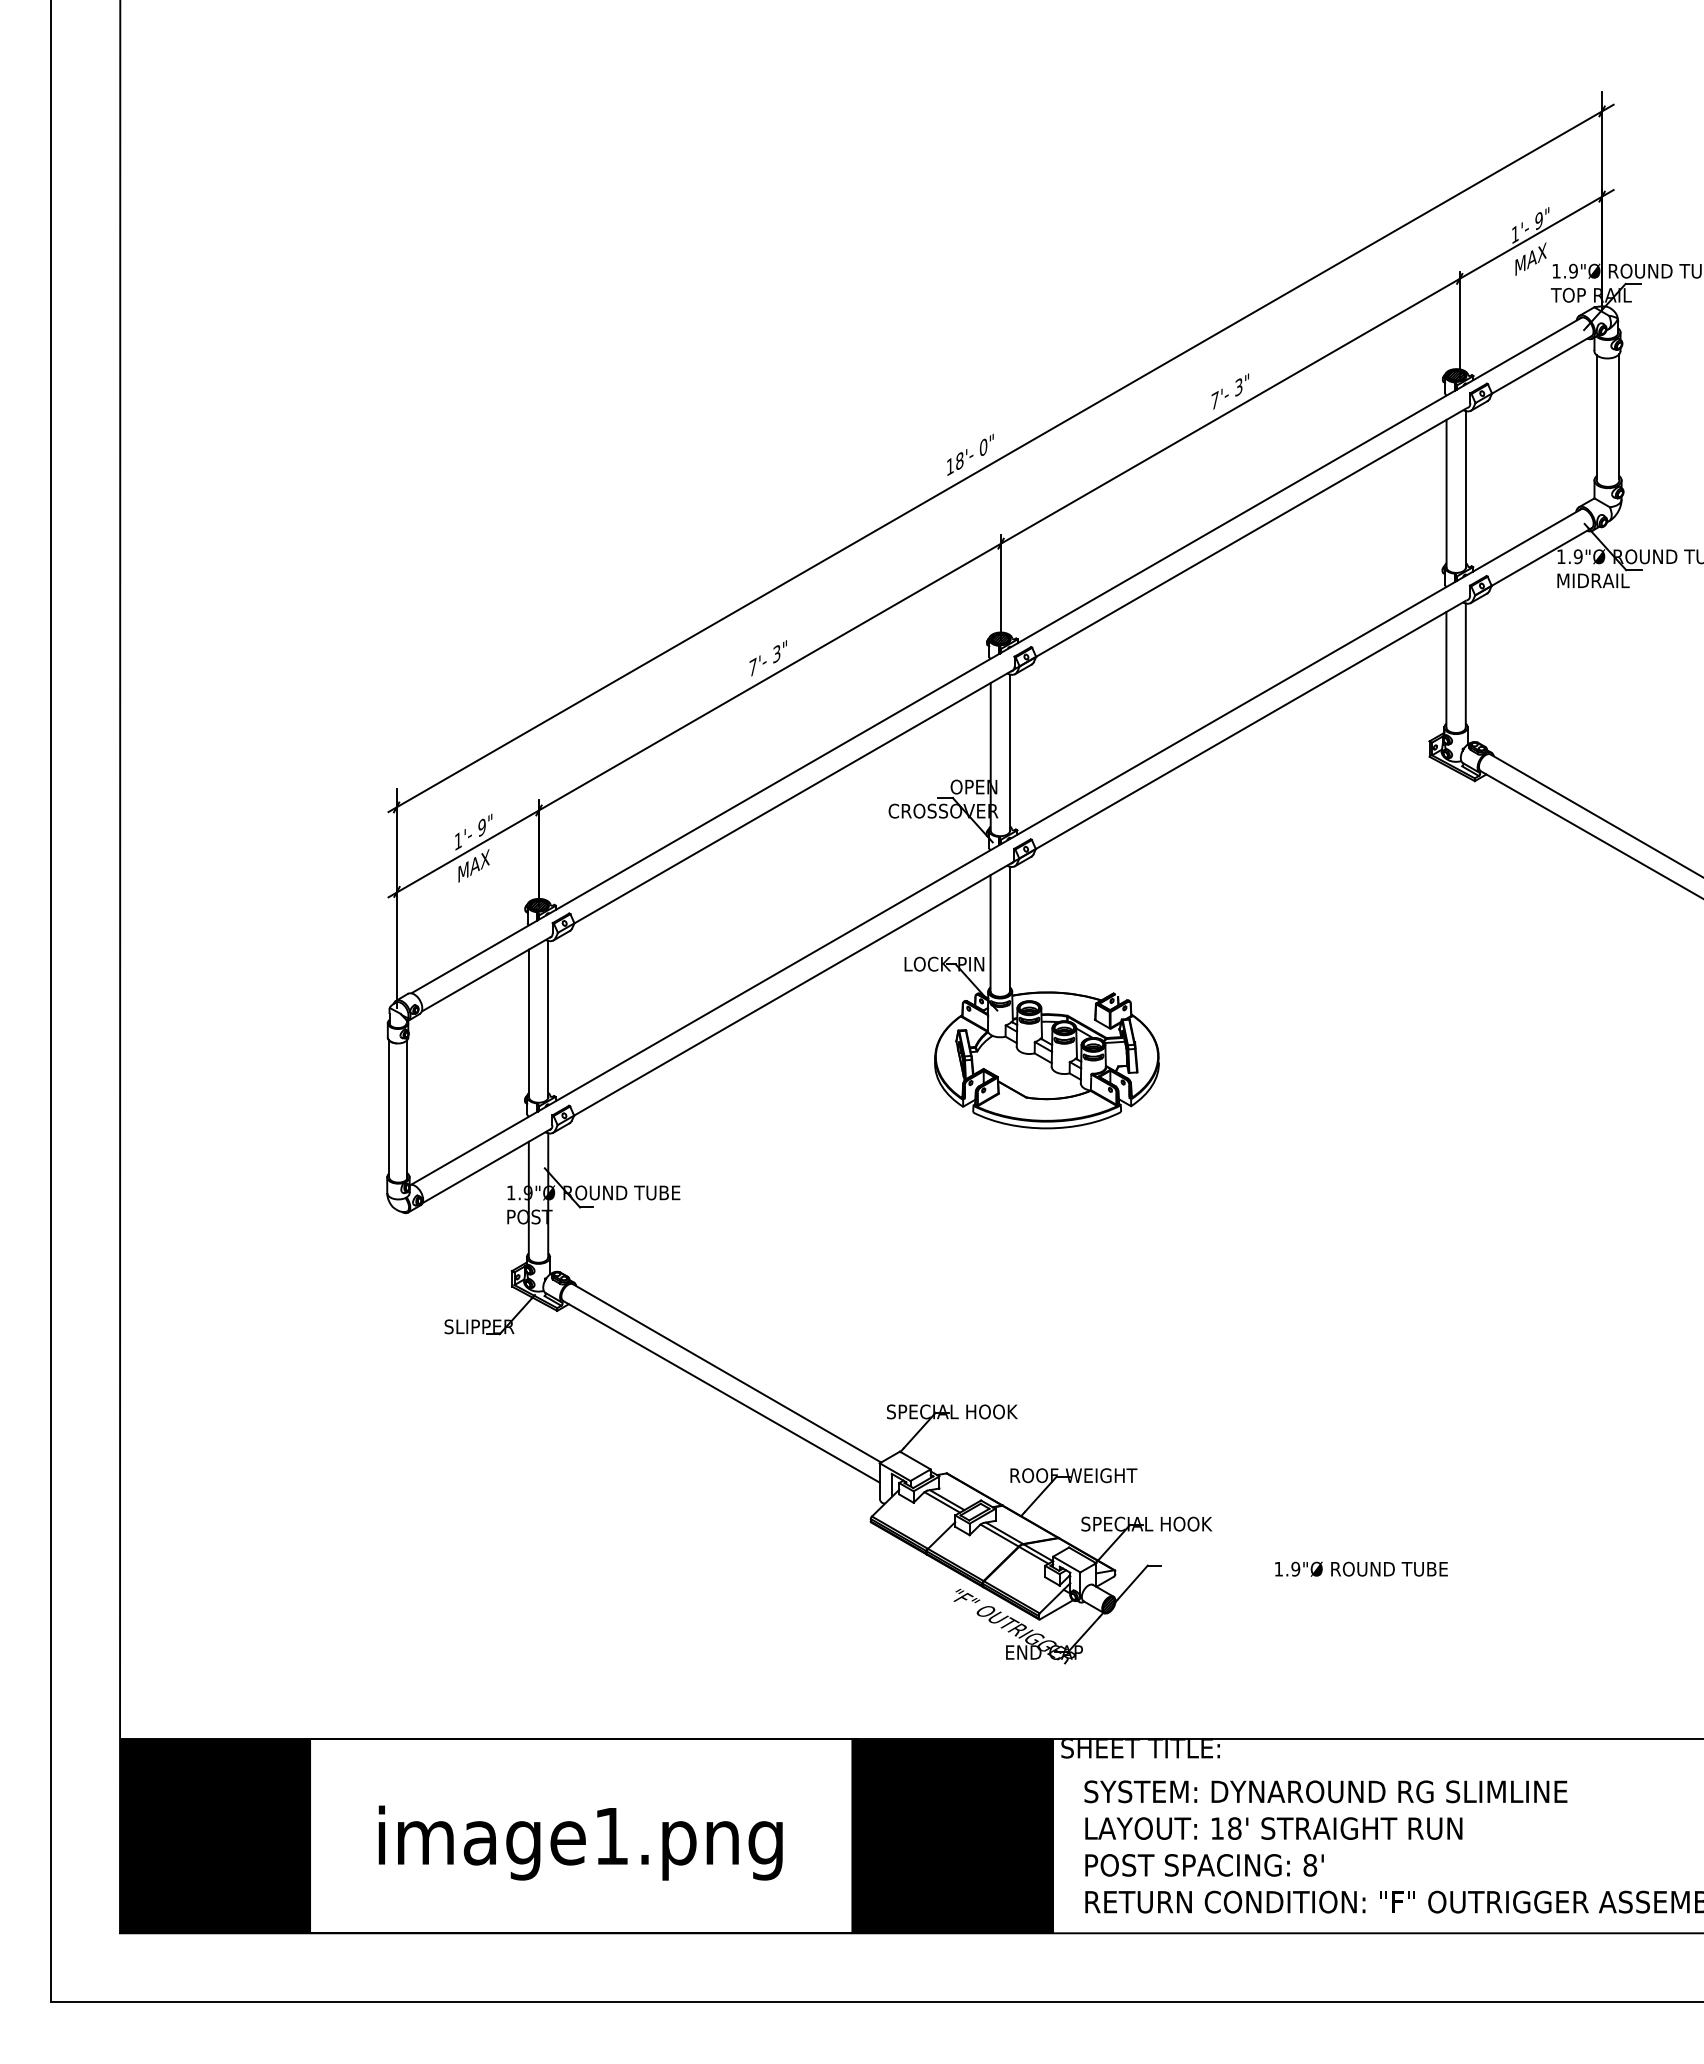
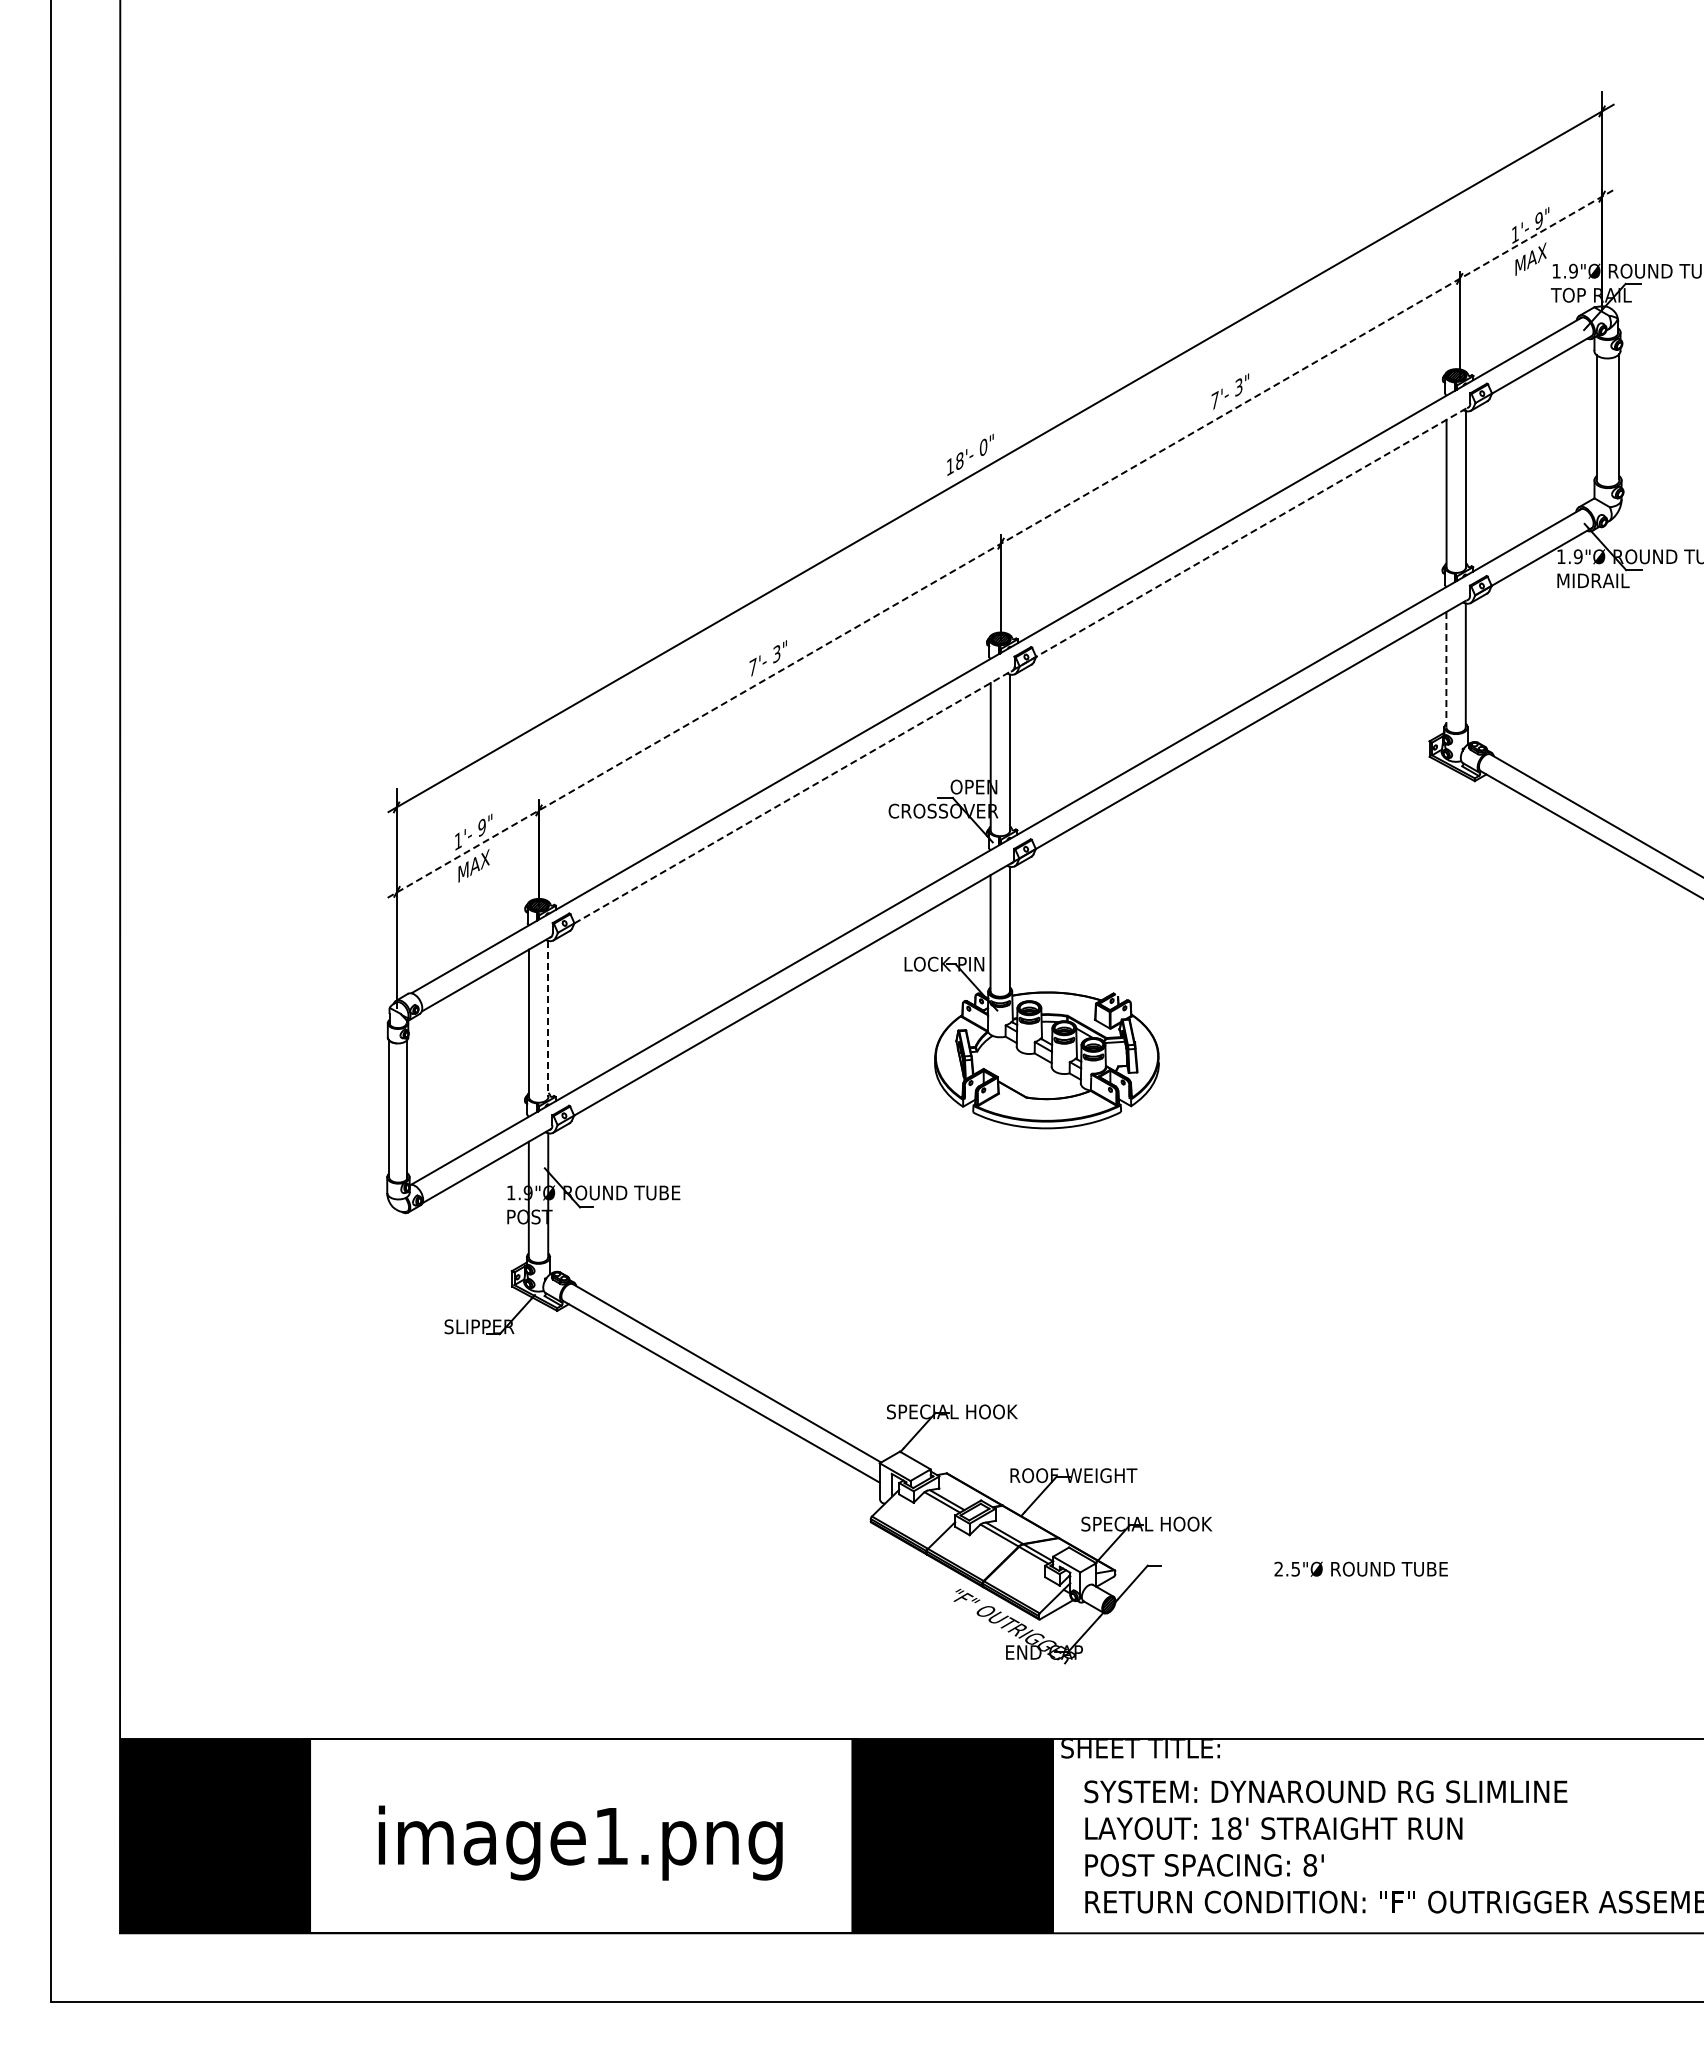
line at (1001, 543): solid -> dashed
line at (1021, 665): solid -> dashed
line at (1446, 669): solid -> dashed
line at (548, 1019): solid -> dashed
text at (1287, 1568): 1.9"Ø -> 2.5"Ø
